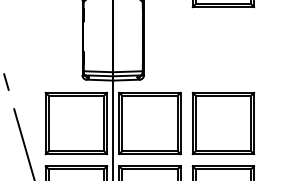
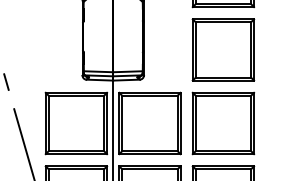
part at (223, 49): none -> present
